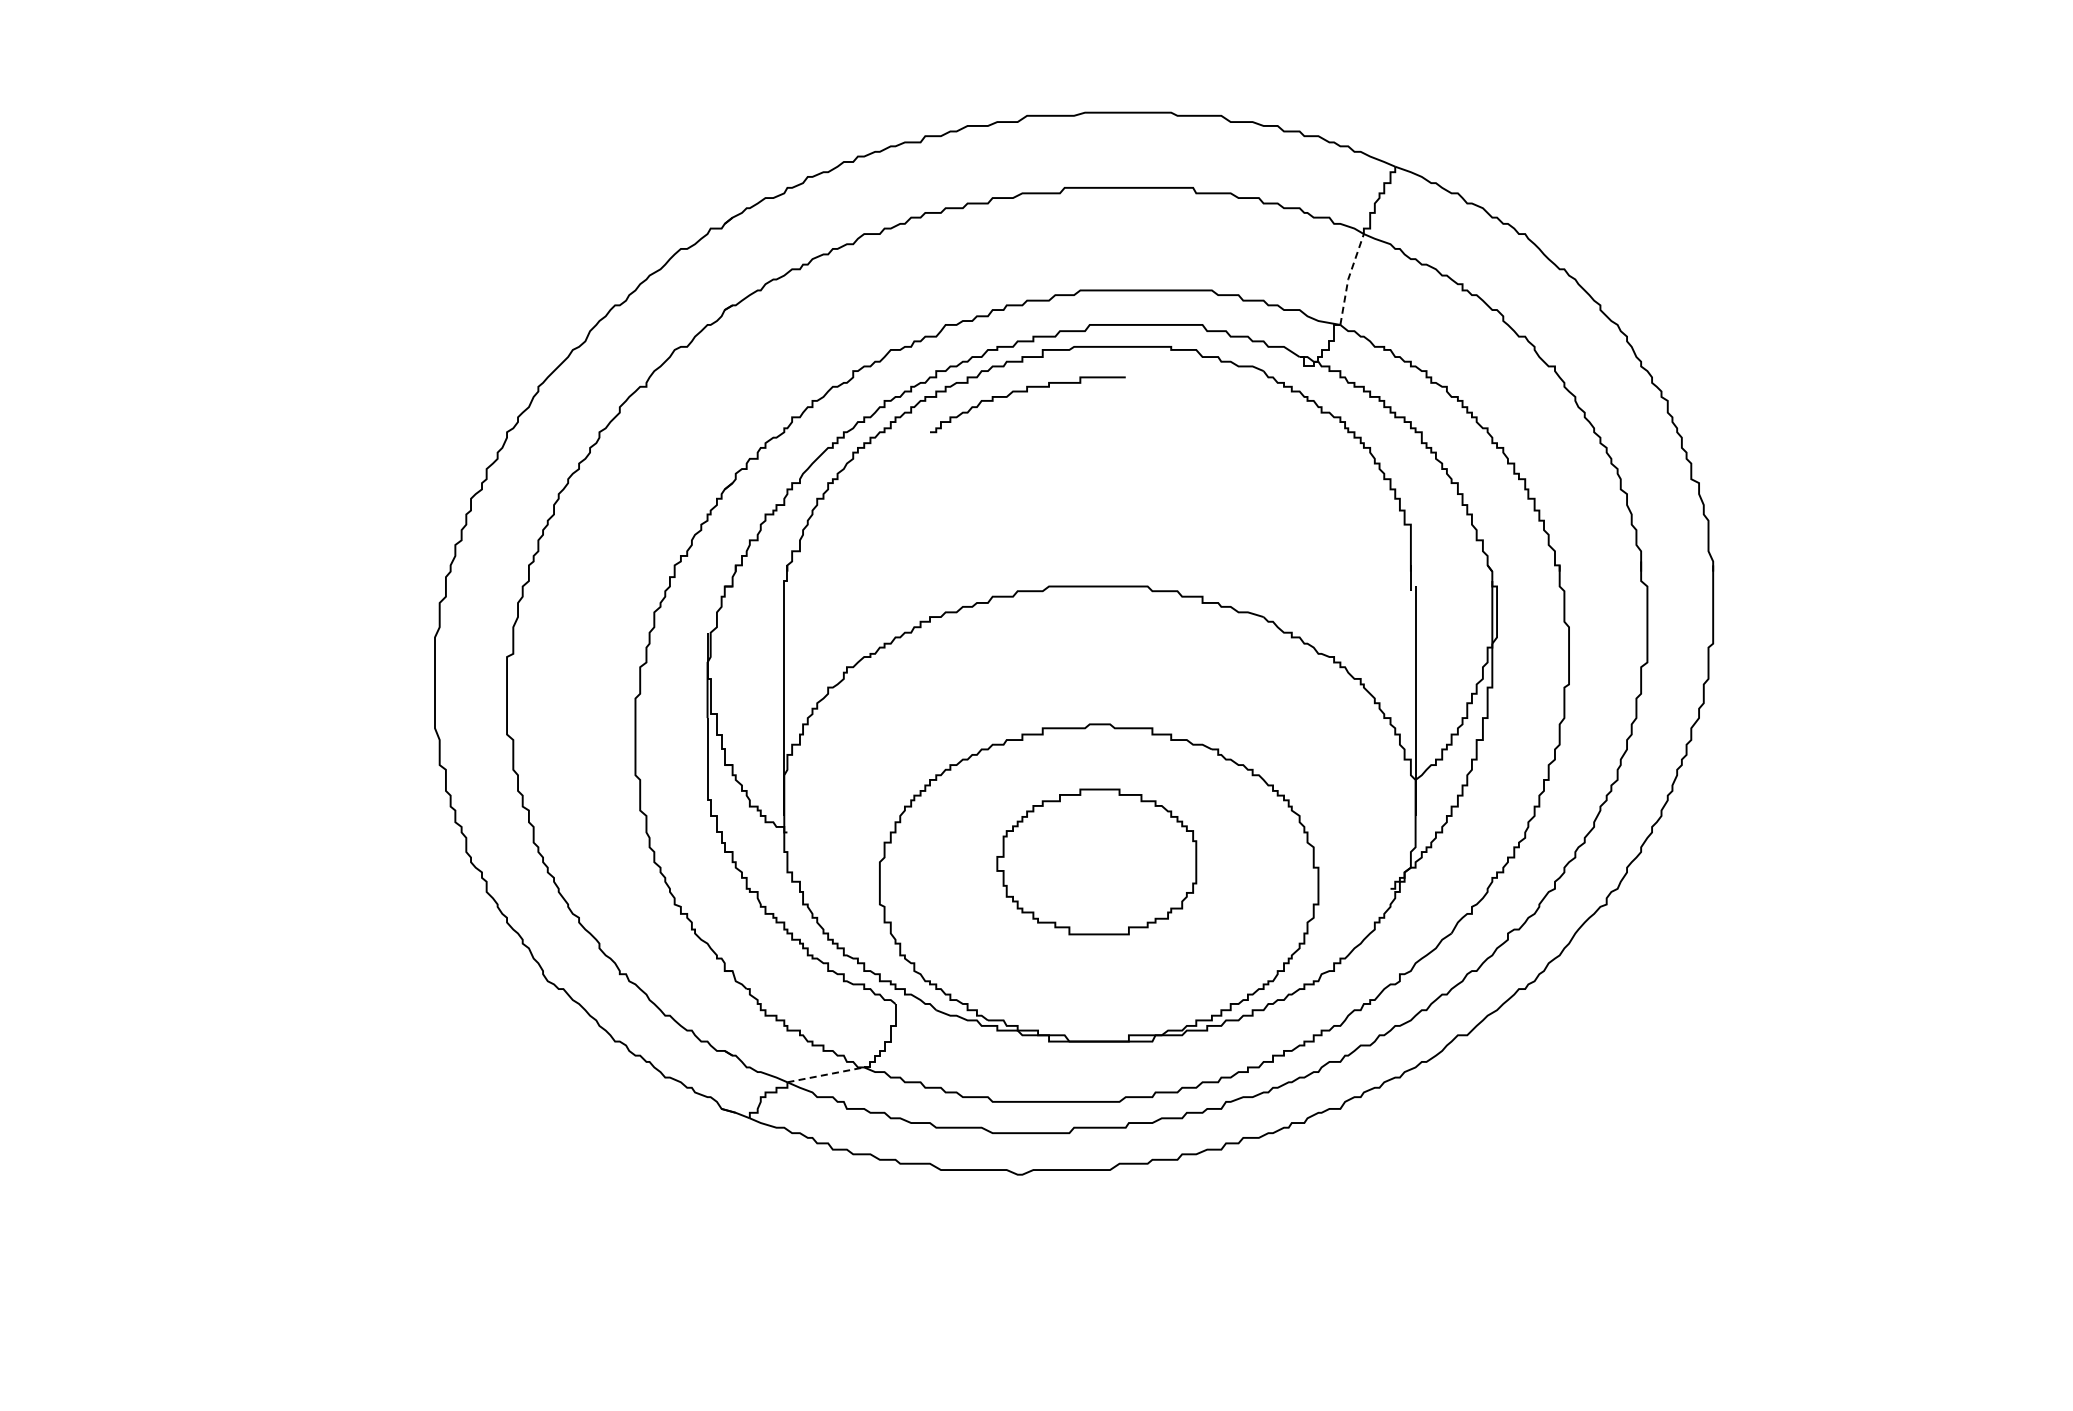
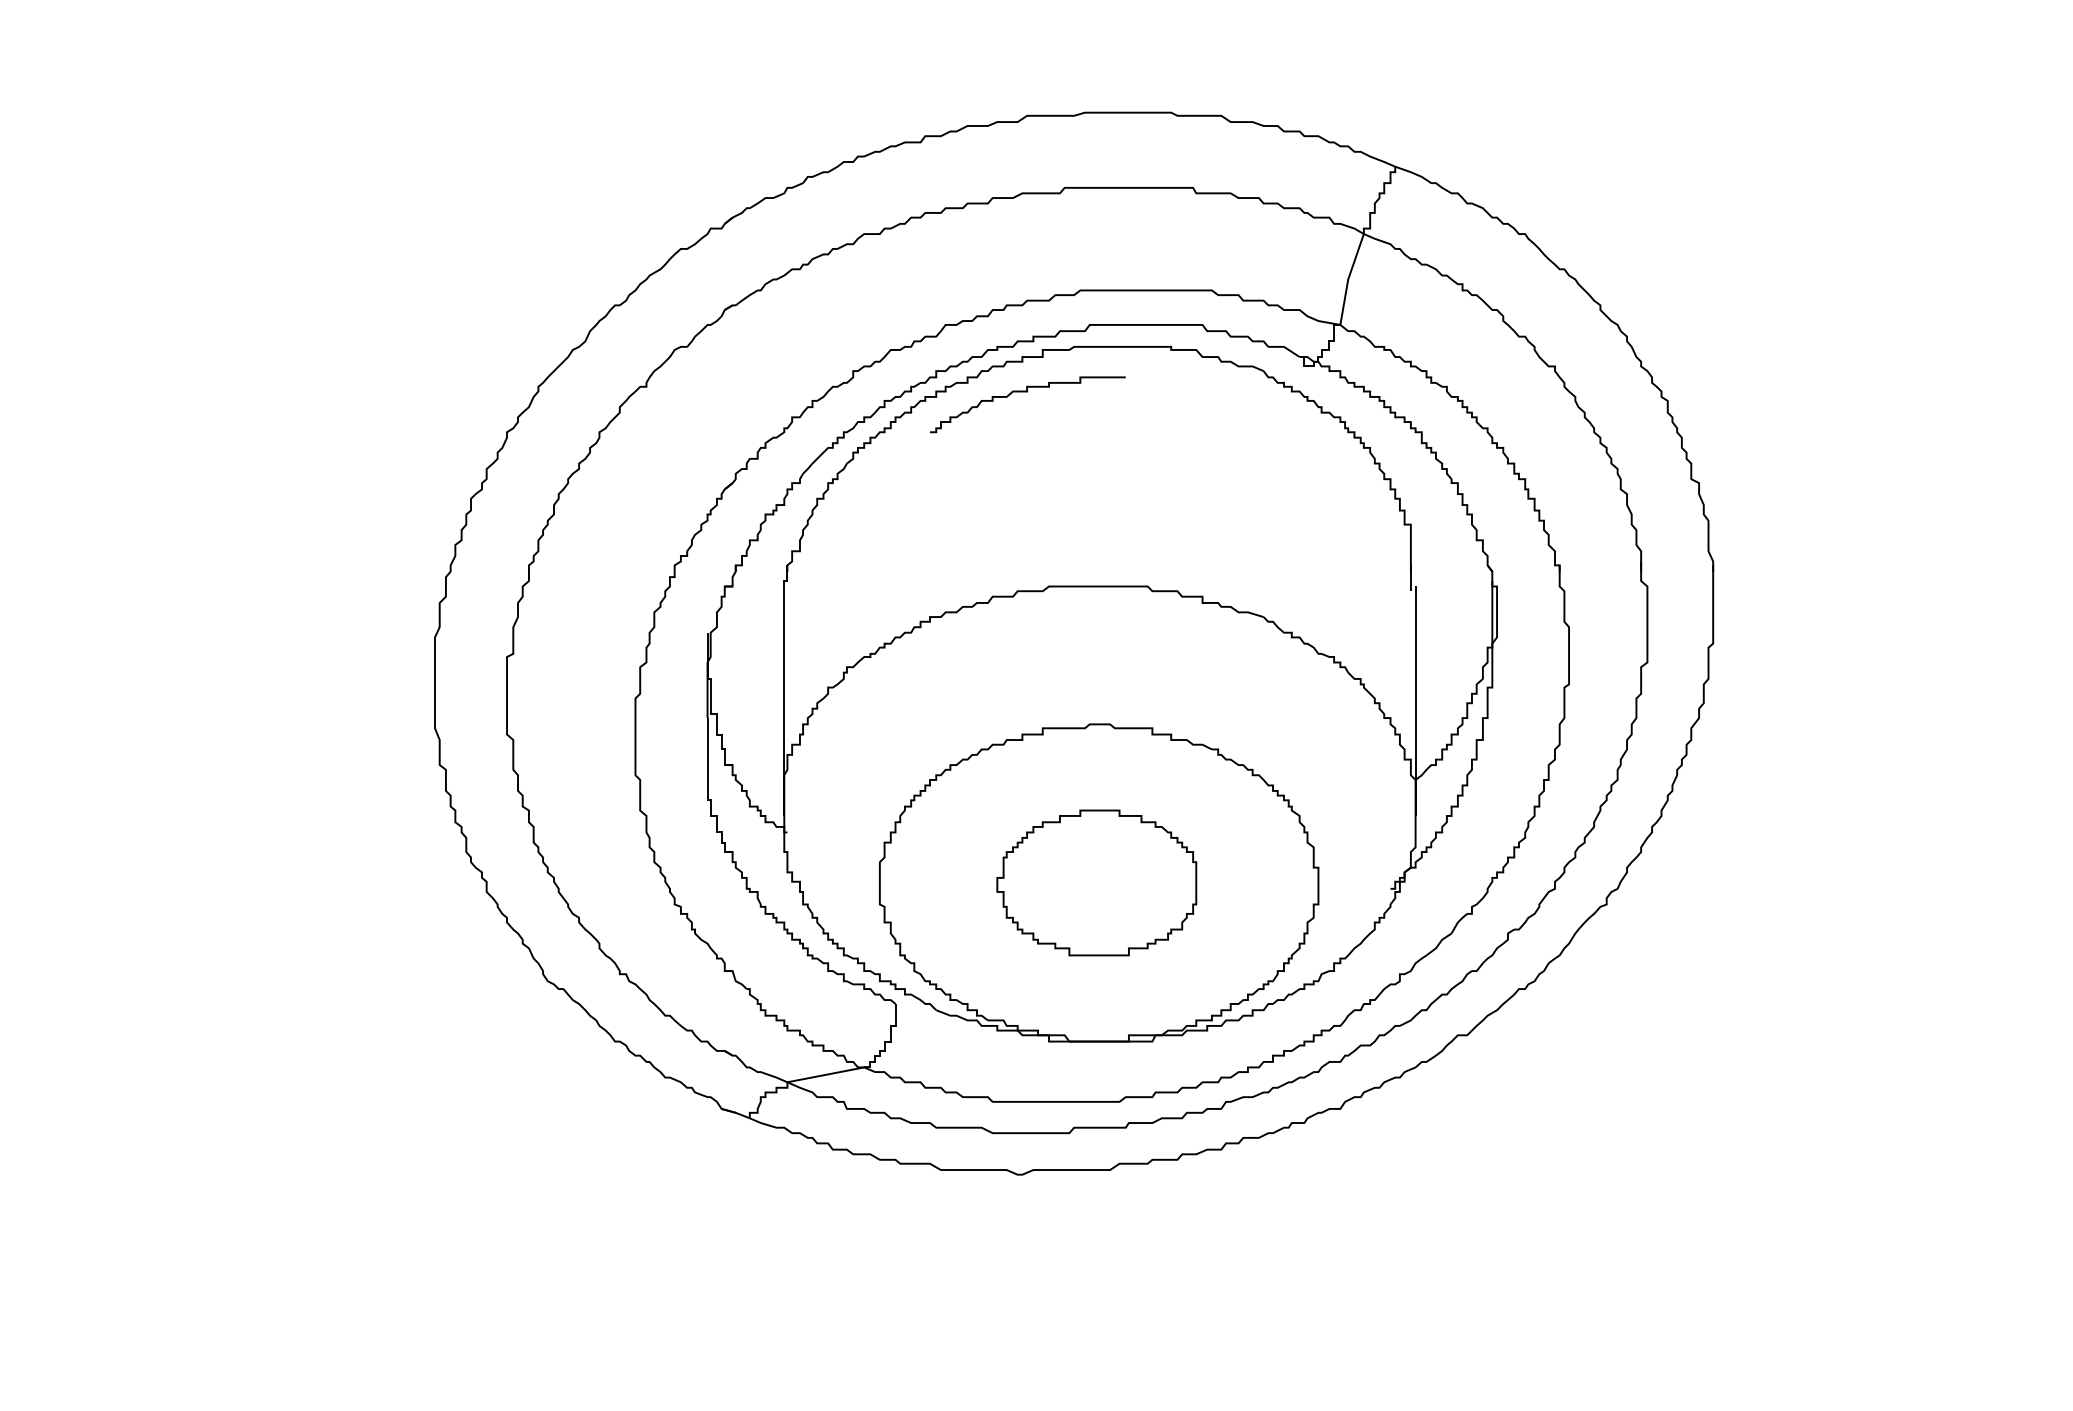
line at (1348, 278): dashed -> solid
part at (1096, 861) position: (1096, 861) -> (1096, 882)
line at (826, 1074): dashed -> solid
